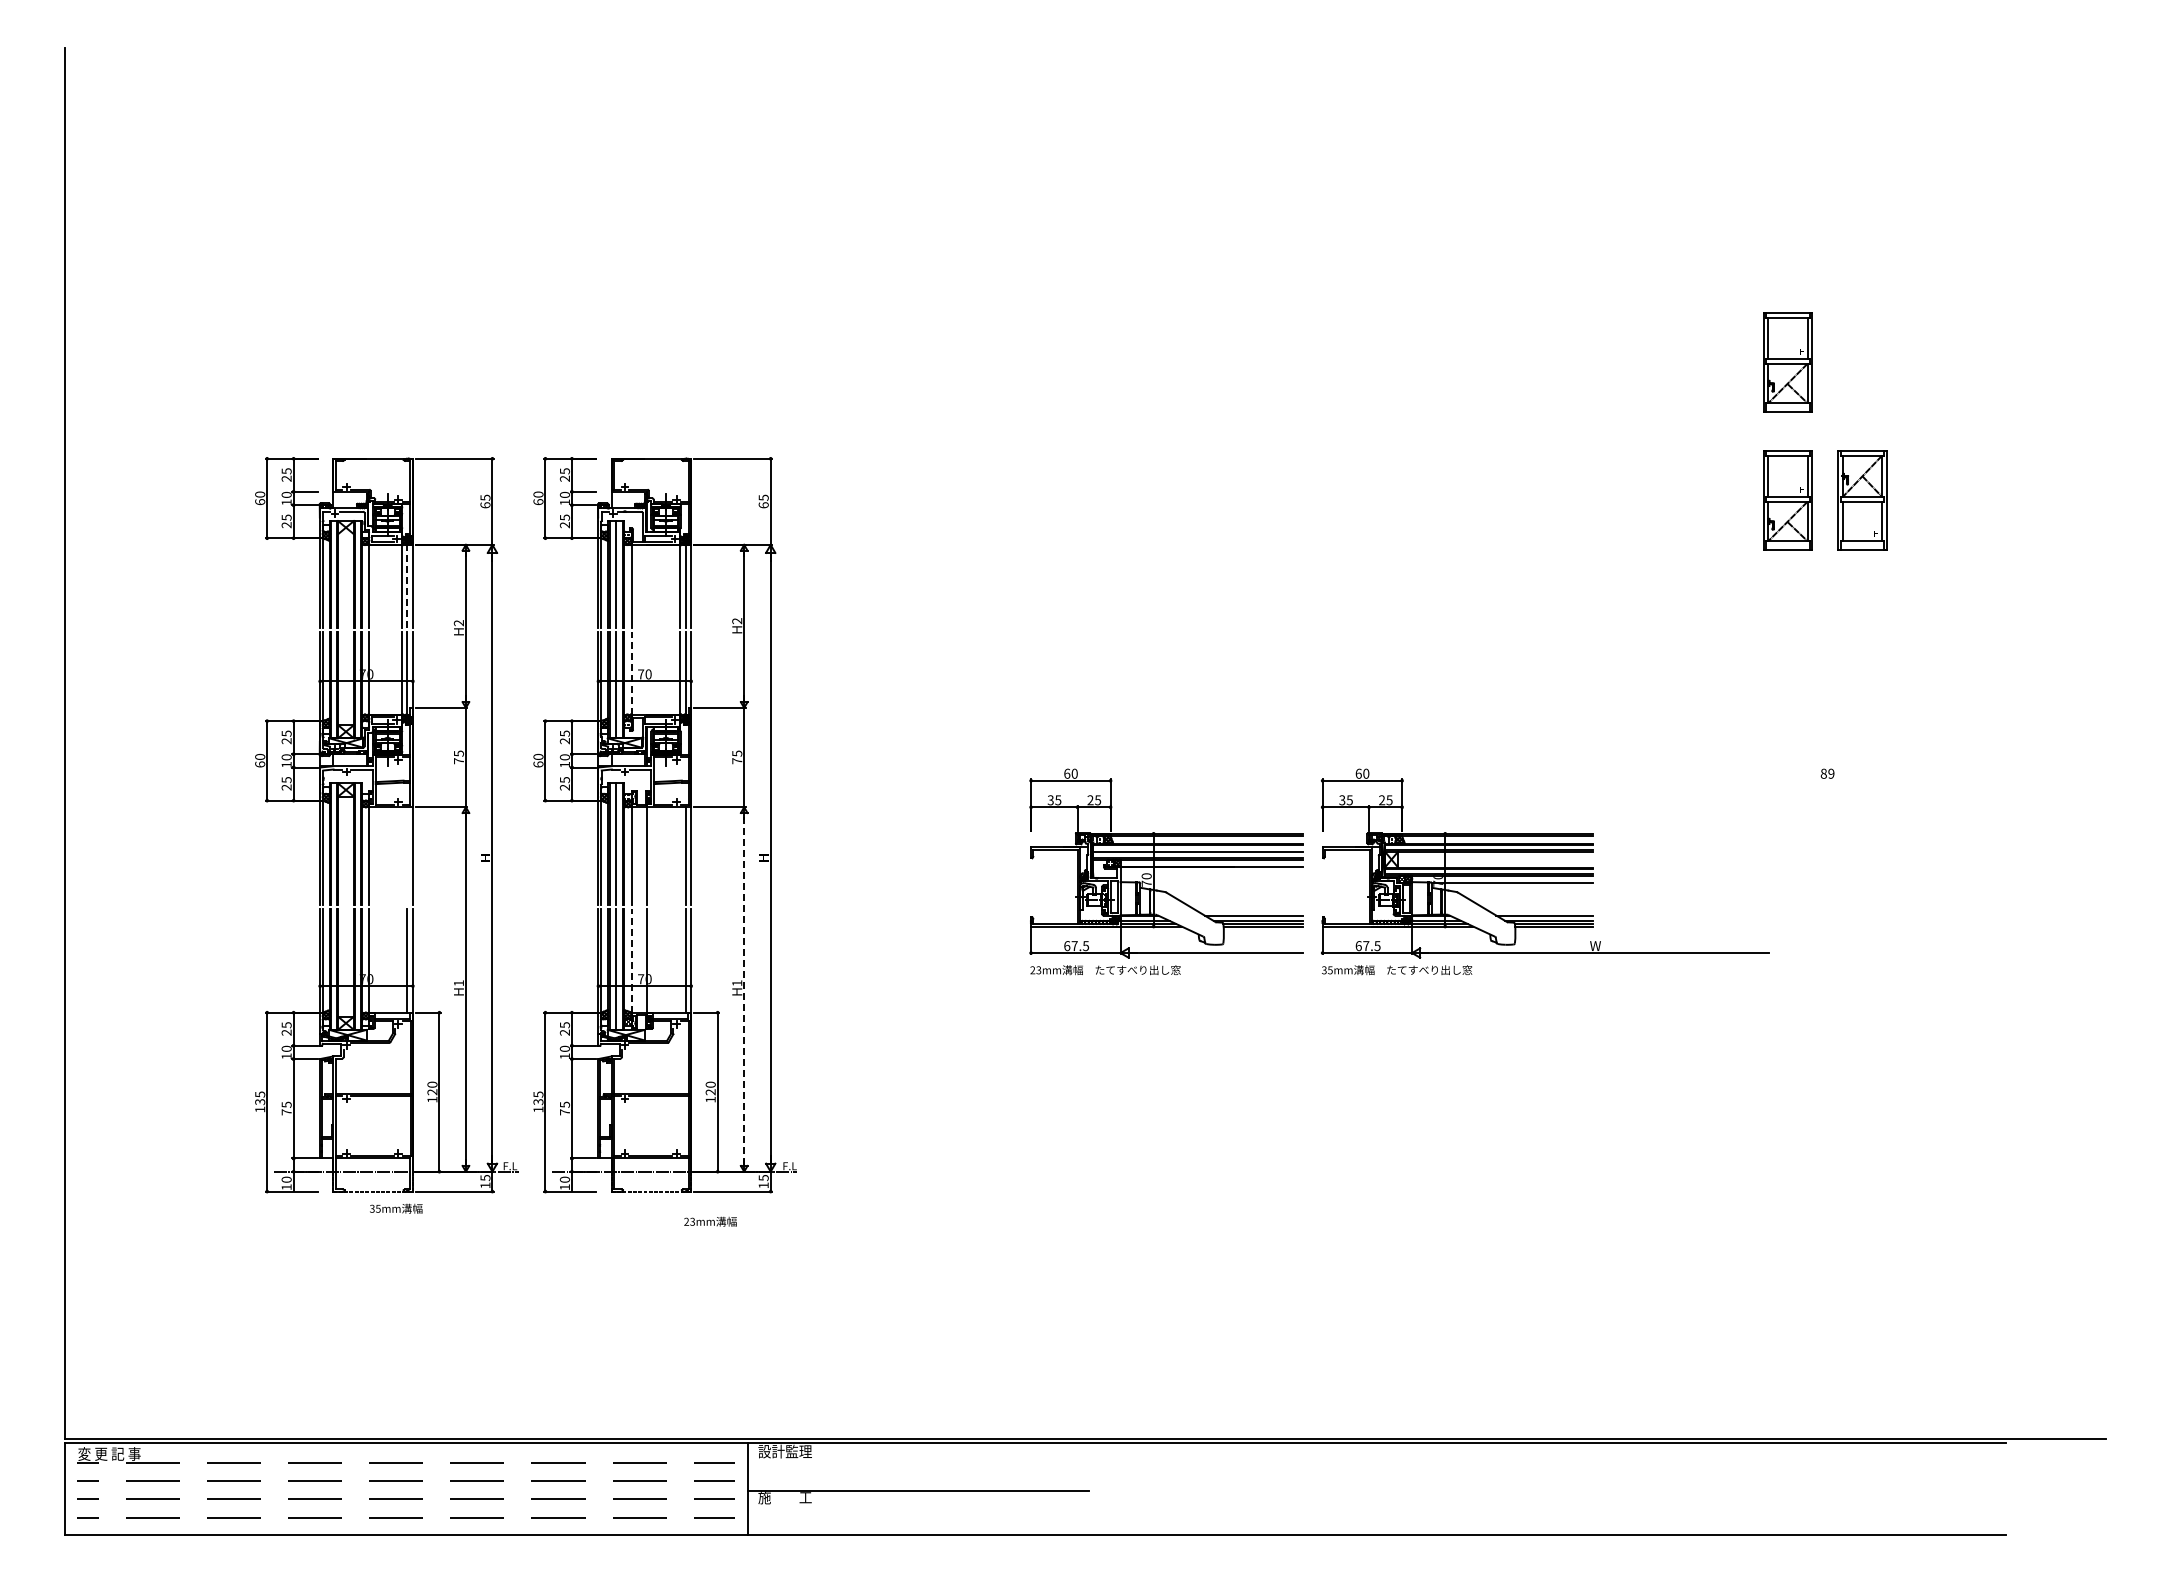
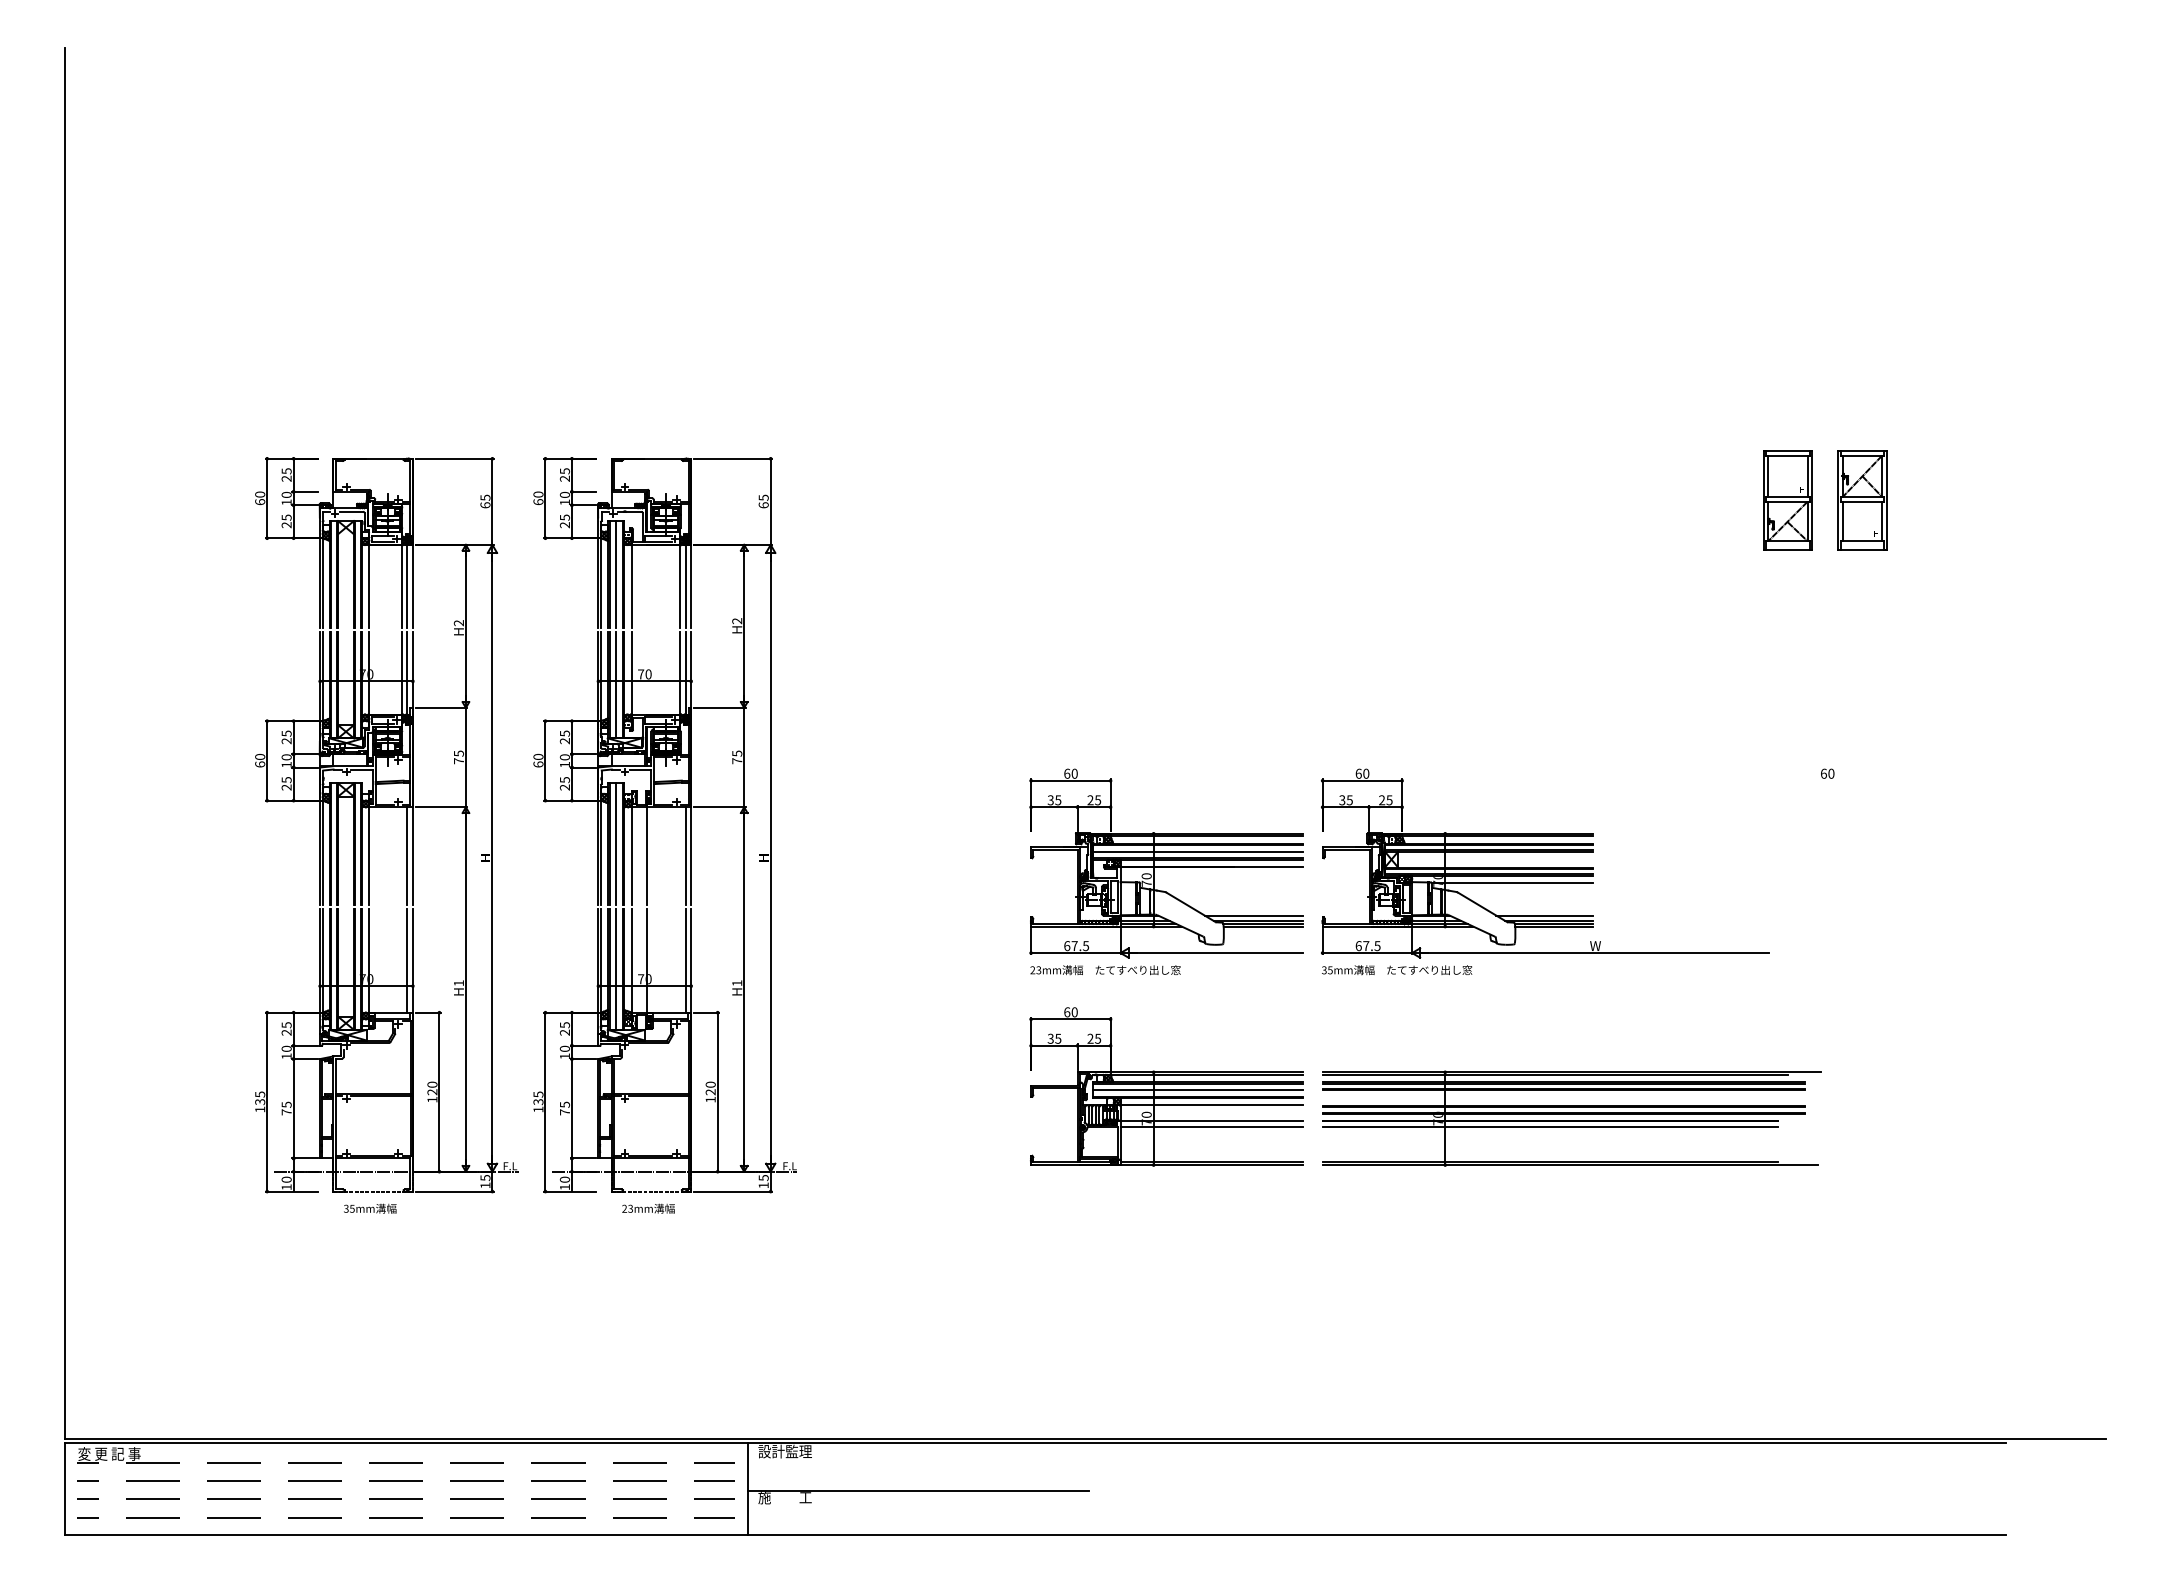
part at (1787, 362): present -> none
line at (407, 585): dashed -> solid
line at (631, 672): dashed -> solid
text at (1827, 773): 89 -> 60
line at (407, 855): none -> present
line at (631, 960): dashed -> solid
line at (744, 989): dashed -> solid
part at (1166, 1086): none -> present
part at (1571, 1118): none -> present
text at (396, 1208) position: (396, 1208) -> (370, 1208)
text at (710, 1221) position: (710, 1221) -> (648, 1208)
